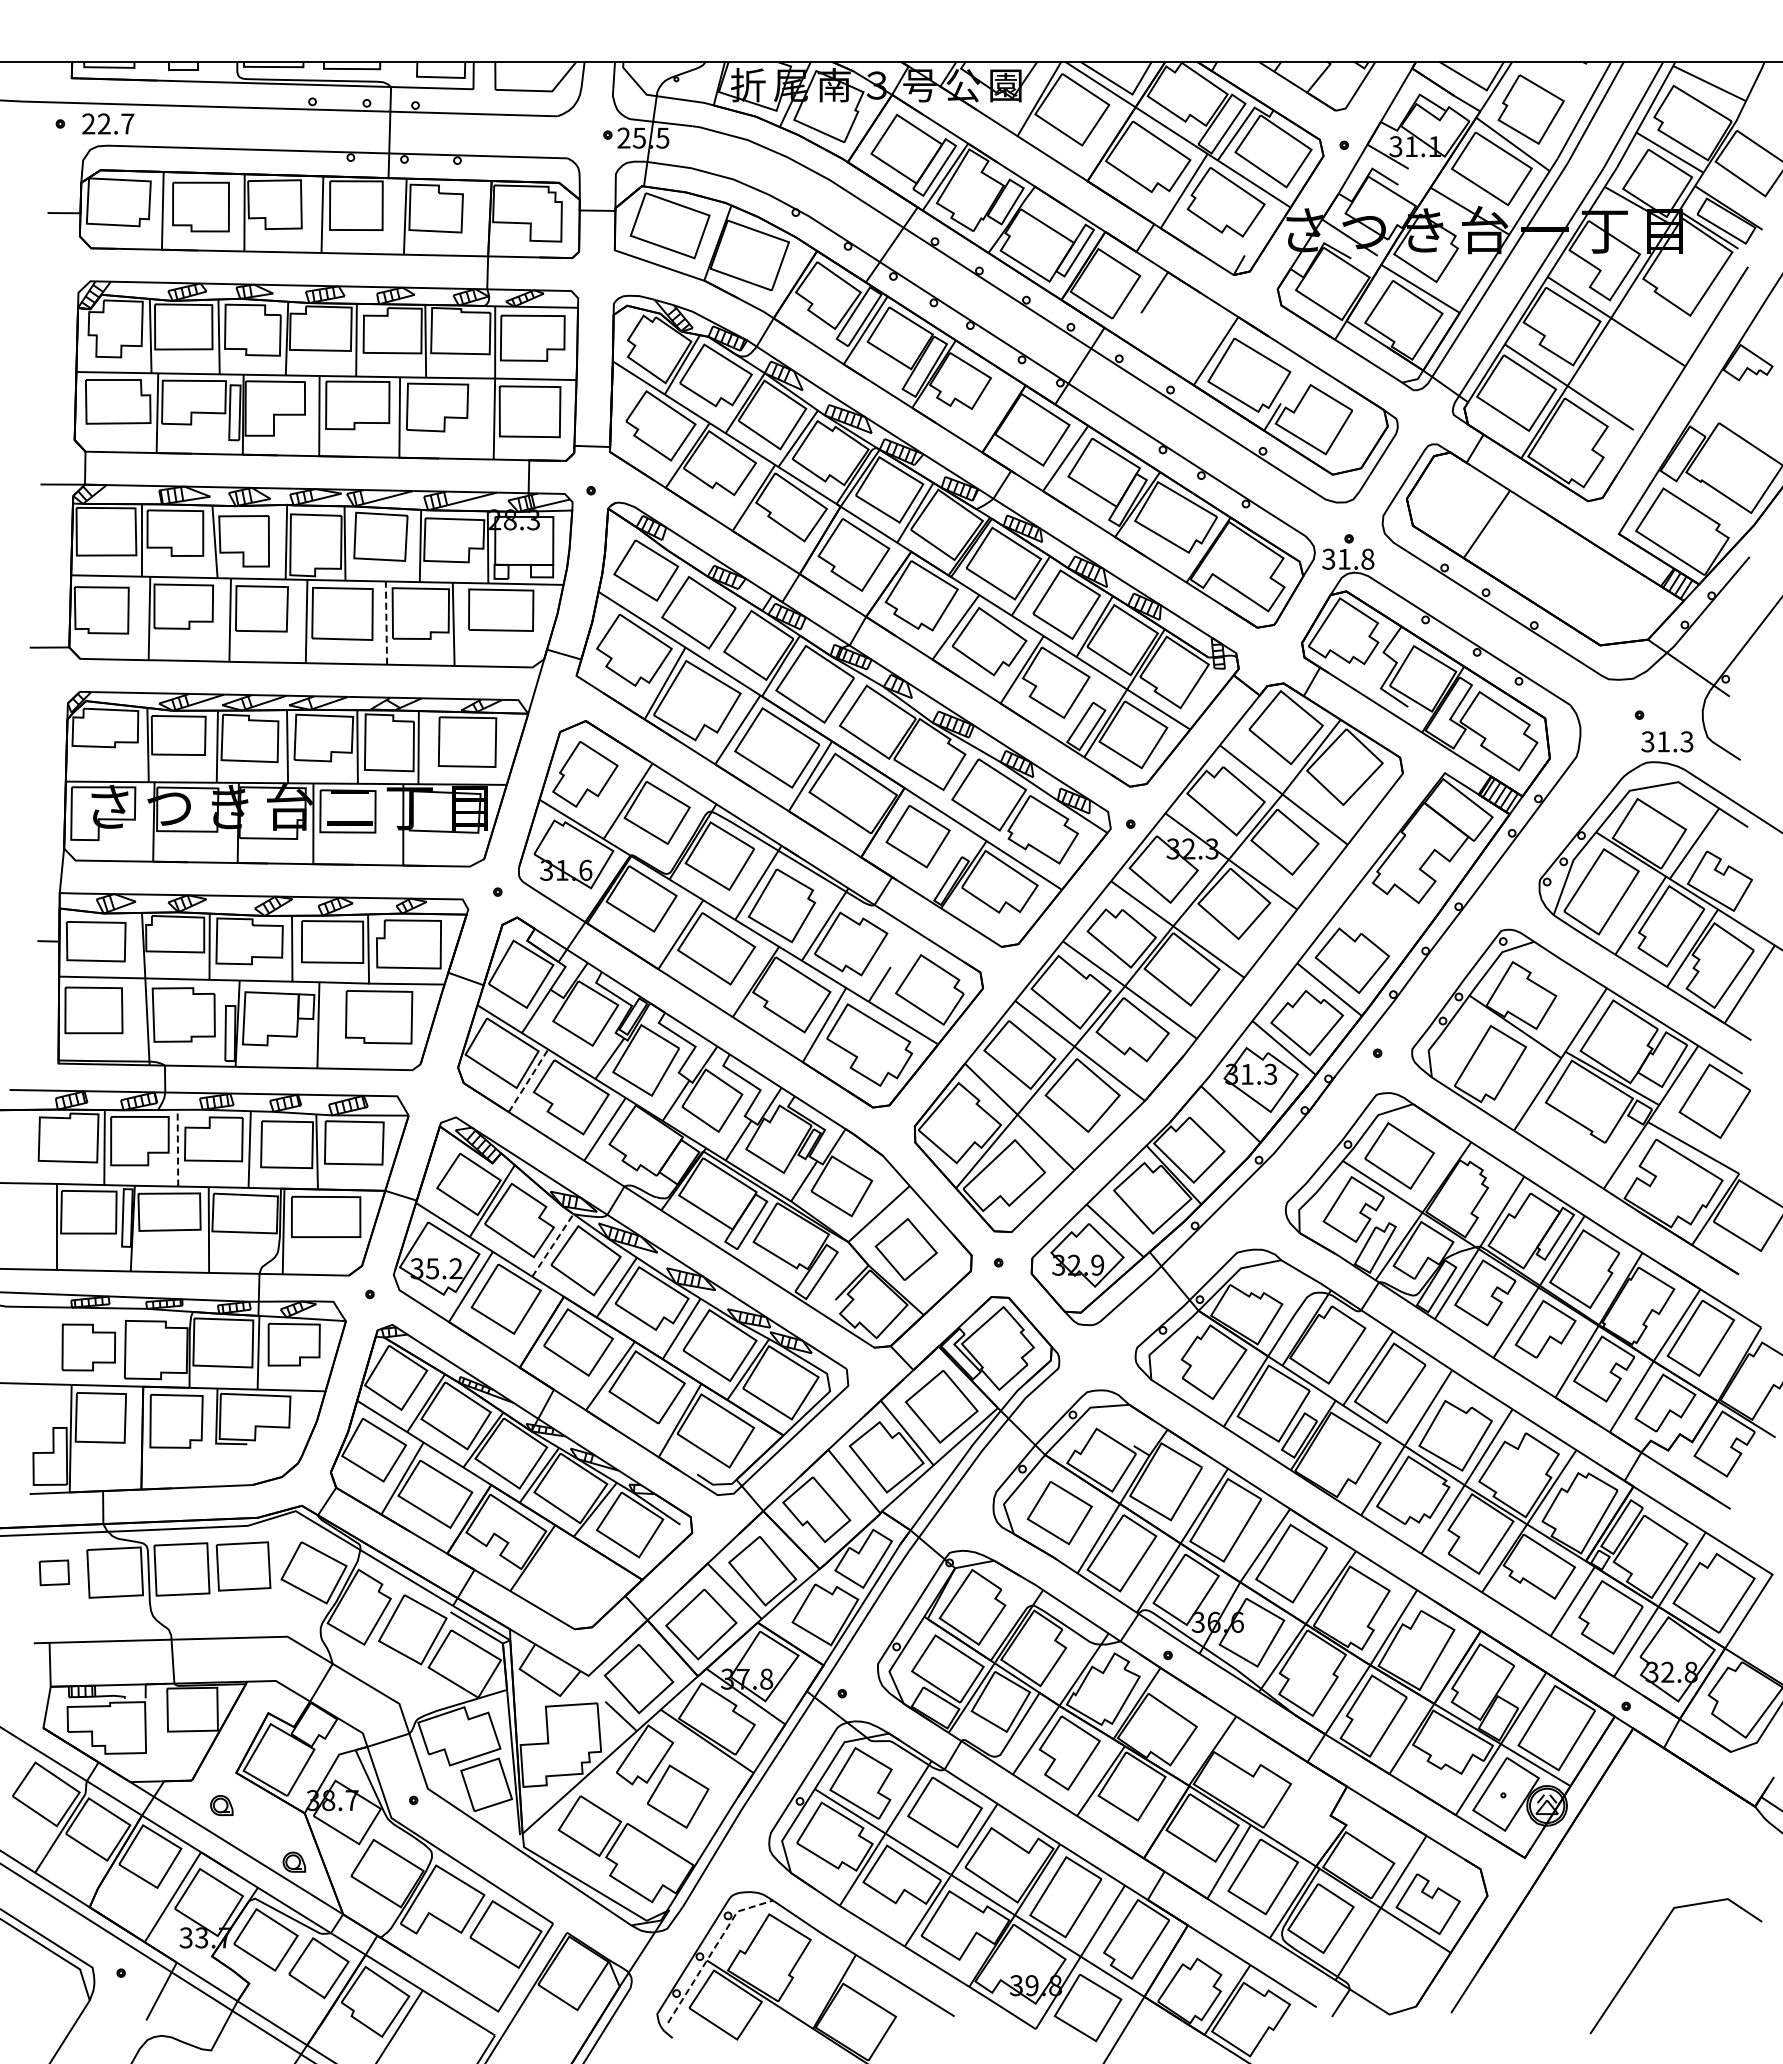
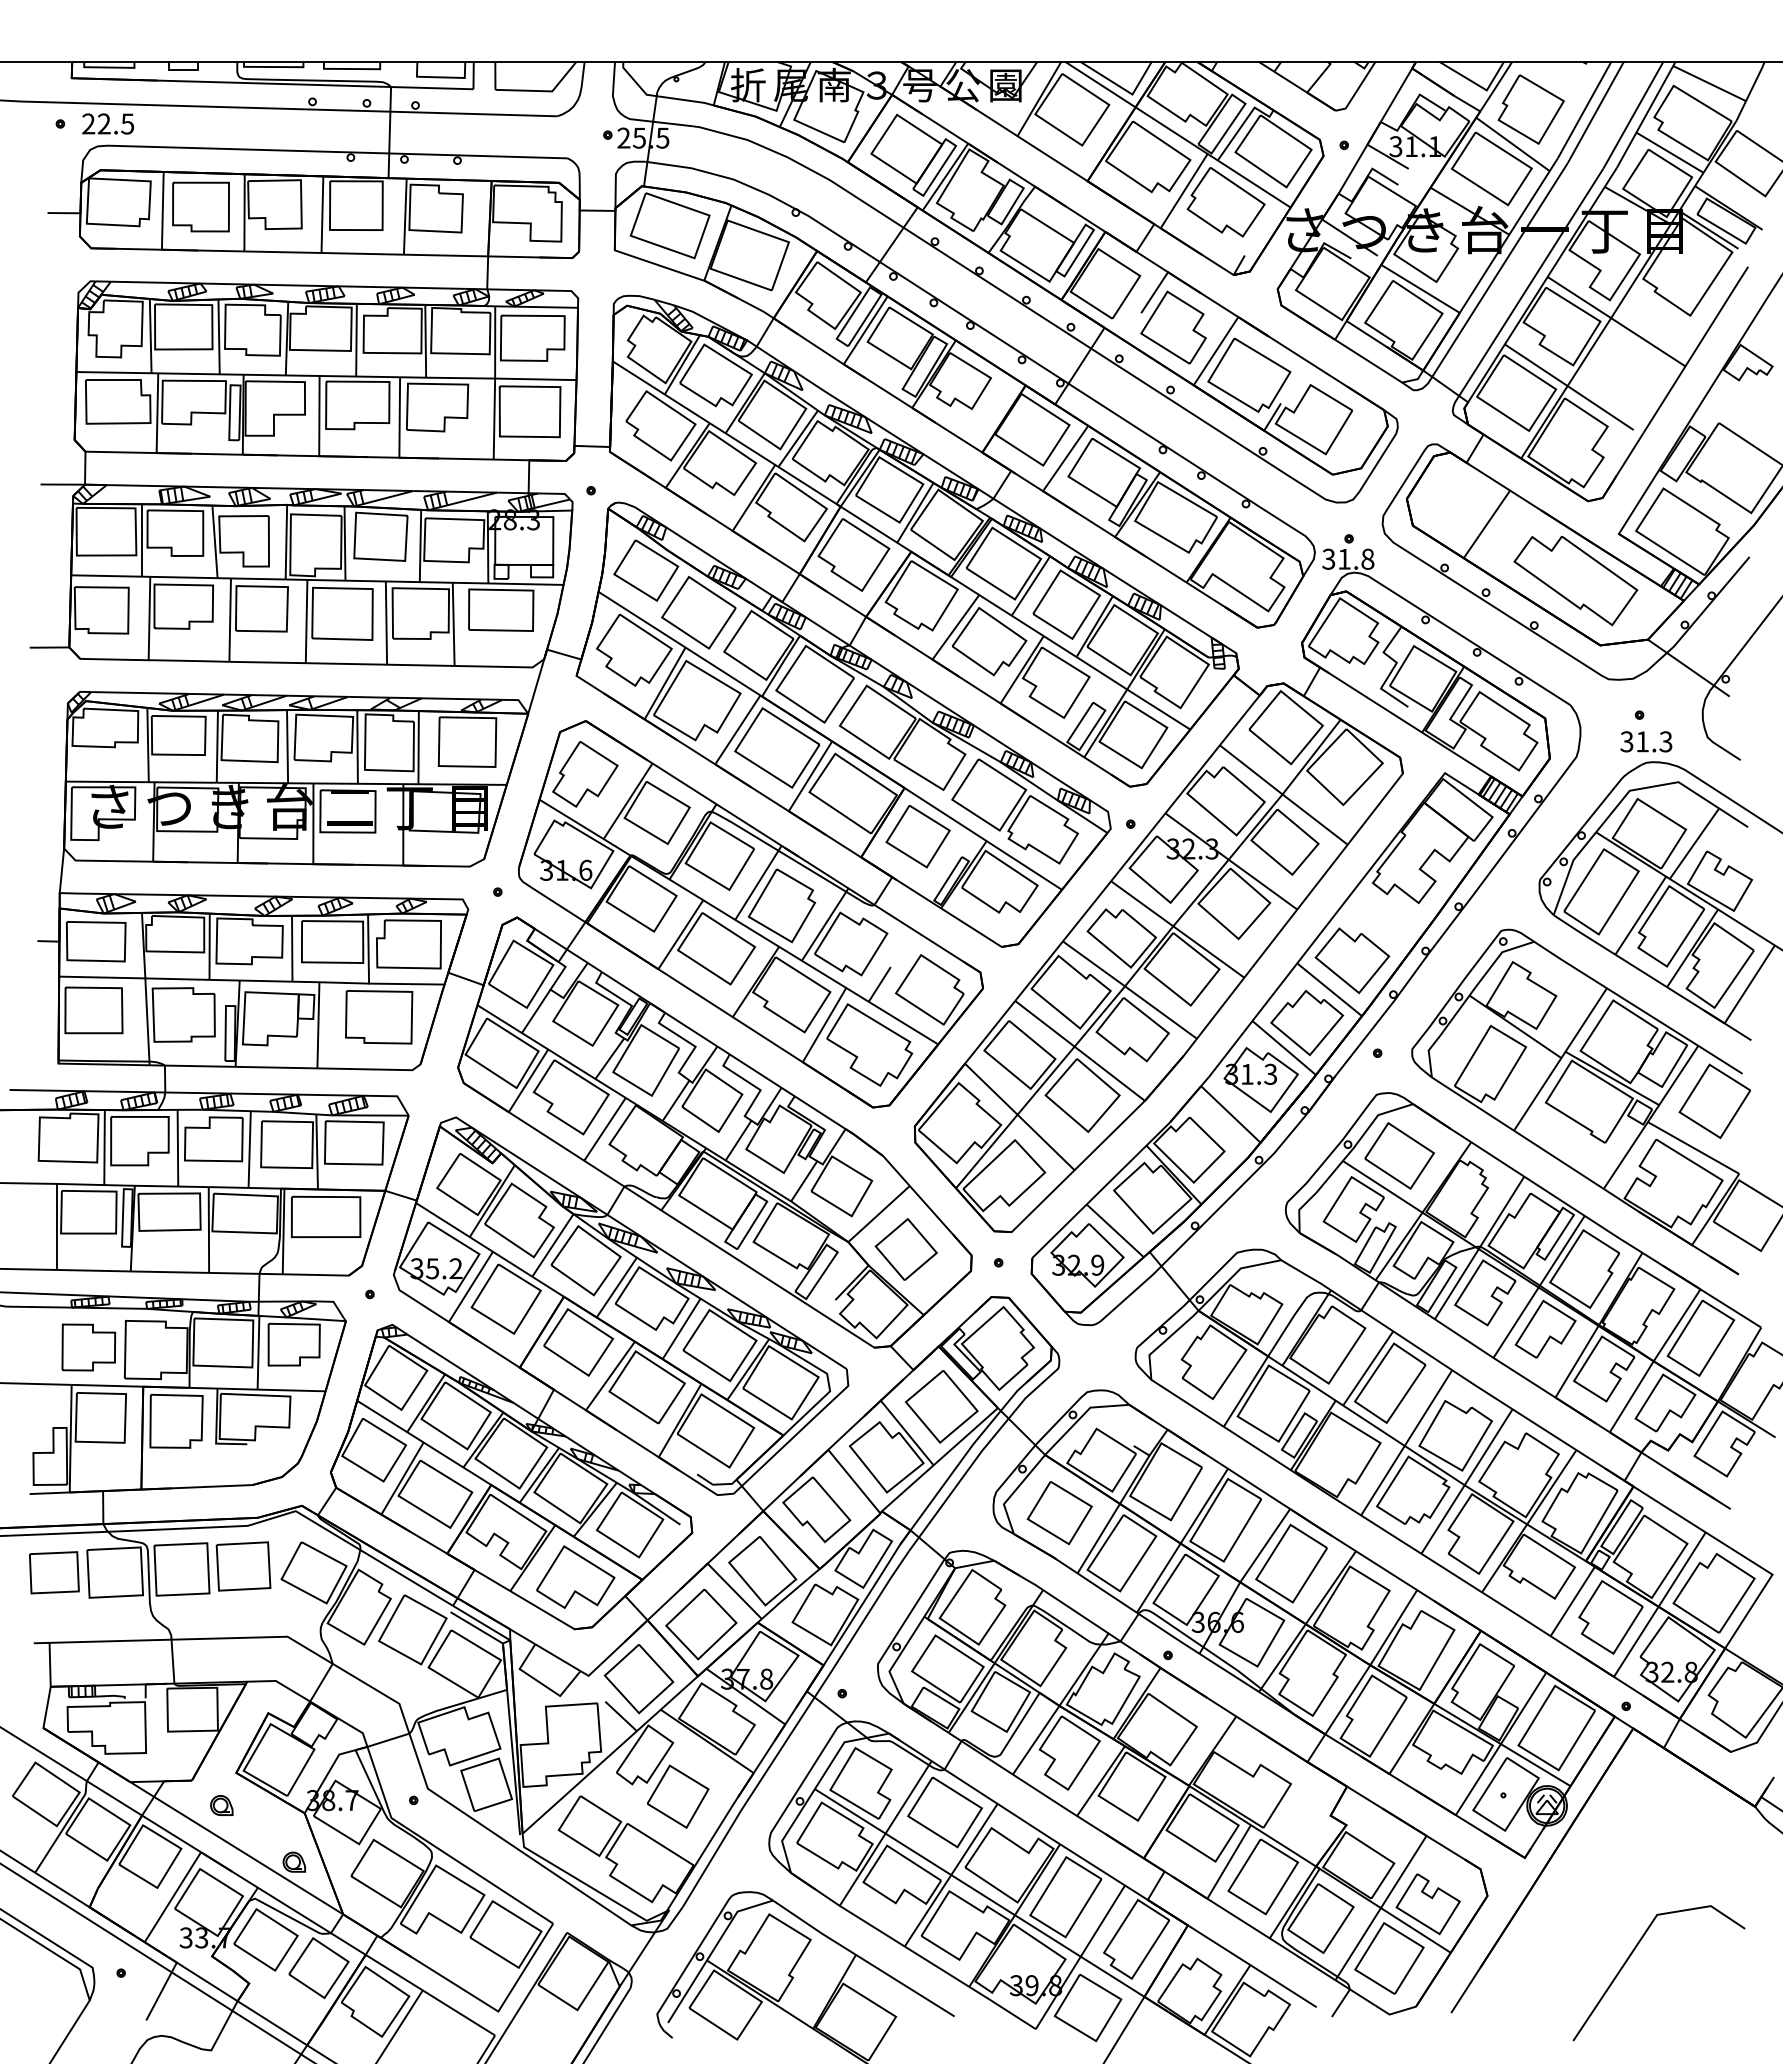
text at (127, 123): 22.7 -> 22.5
part at (1173, 327): none -> present
part at (1575, 581): none -> present
line at (386, 623): dashed -> solid
text at (1667, 741) position: (1667, 741) -> (1646, 741)
line at (528, 1080): dashed -> solid
line at (177, 1147): dashed -> solid
line at (553, 1245): dashed -> solid
part at (54, 1572) size: 33x28 px -> 51x44 px
part at (575, 1576): none -> present
line at (1648, 1948) position: (1648, 1948) -> (1631, 1955)
line at (712, 1951): dashed -> solid
part at (1389, 1958): none -> present
